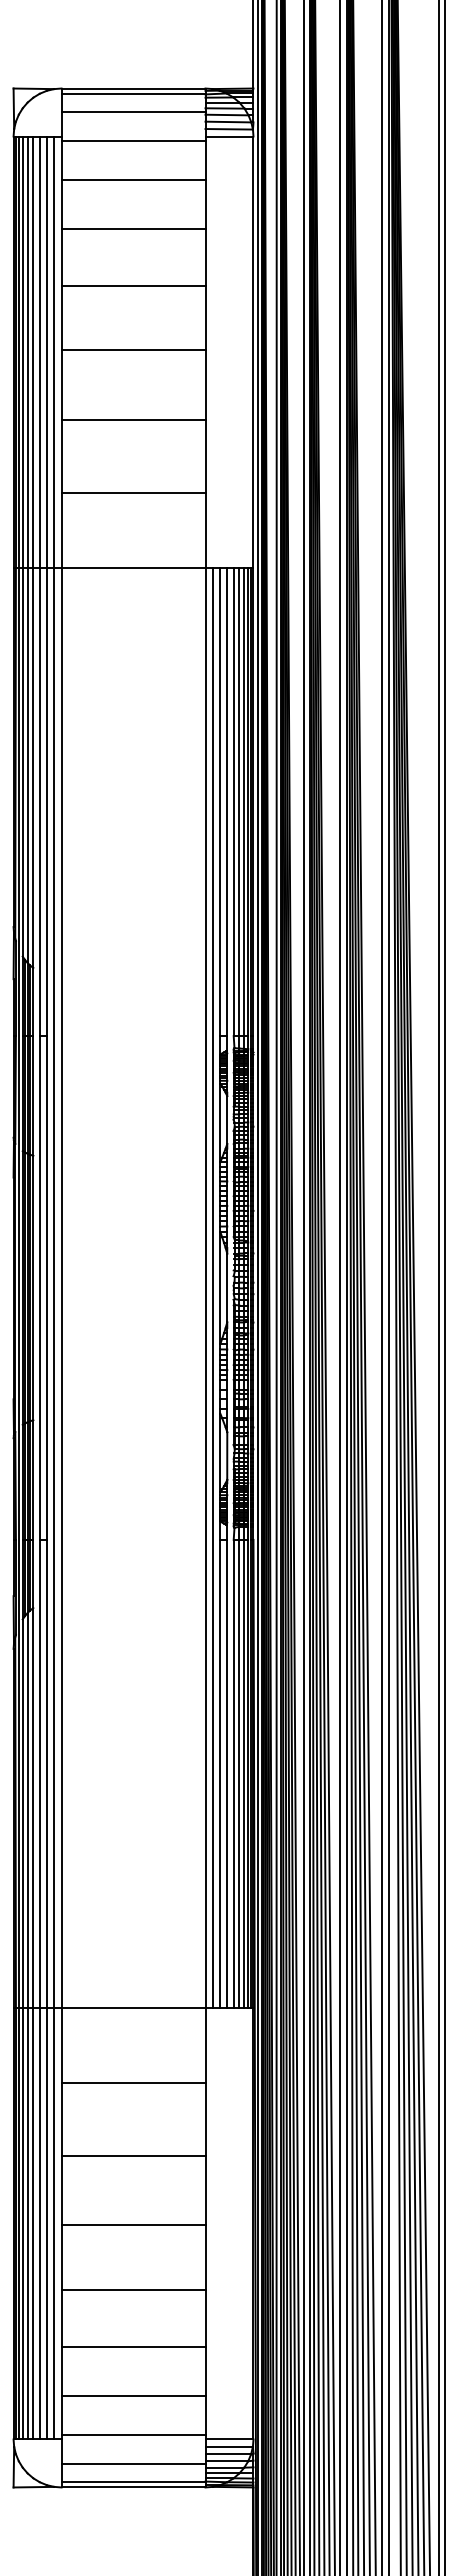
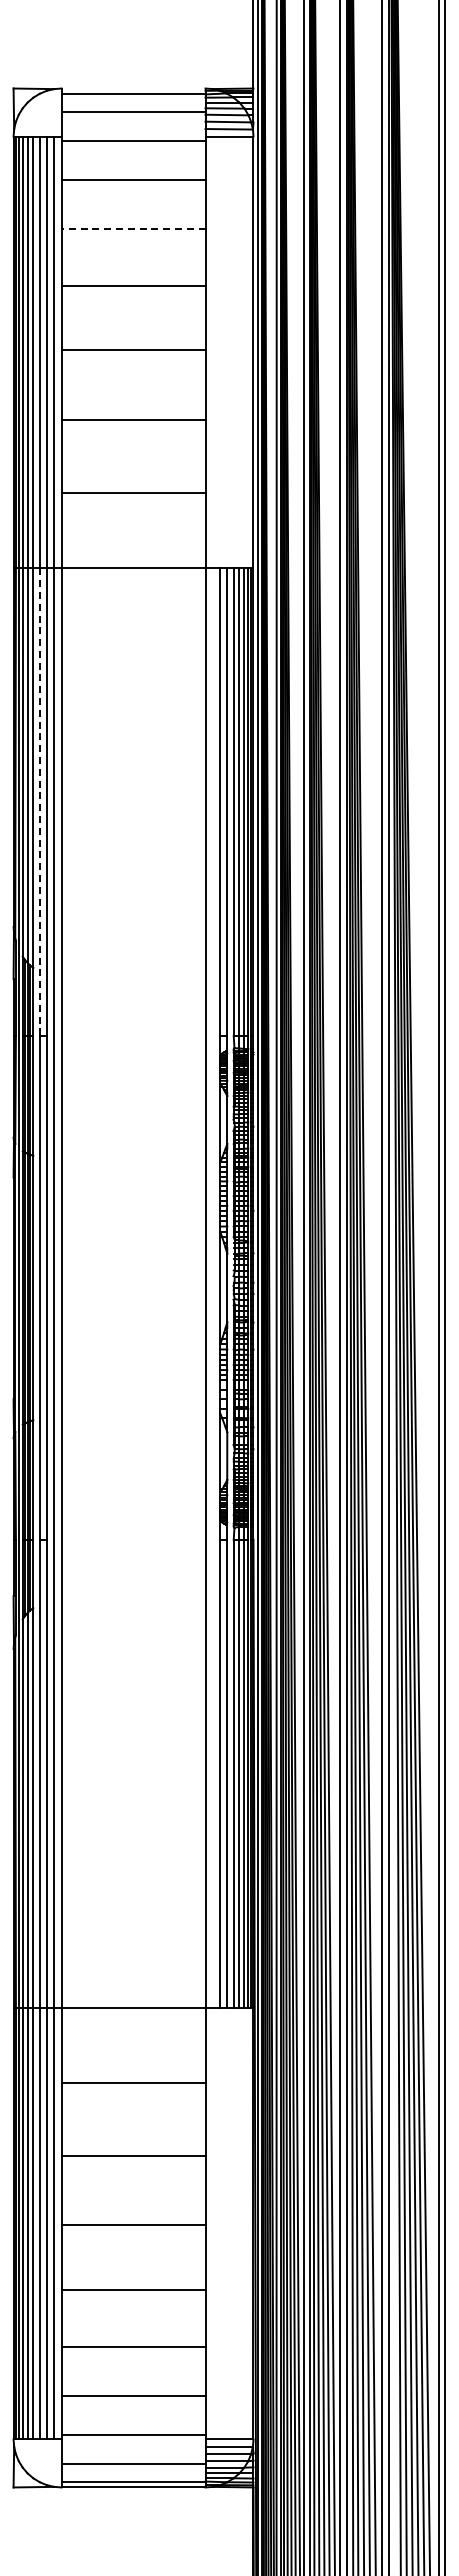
line at (133, 88): present -> none
line at (133, 229): solid -> dashed
line at (39, 802): solid -> dashed
line at (212, 1287): present -> none
